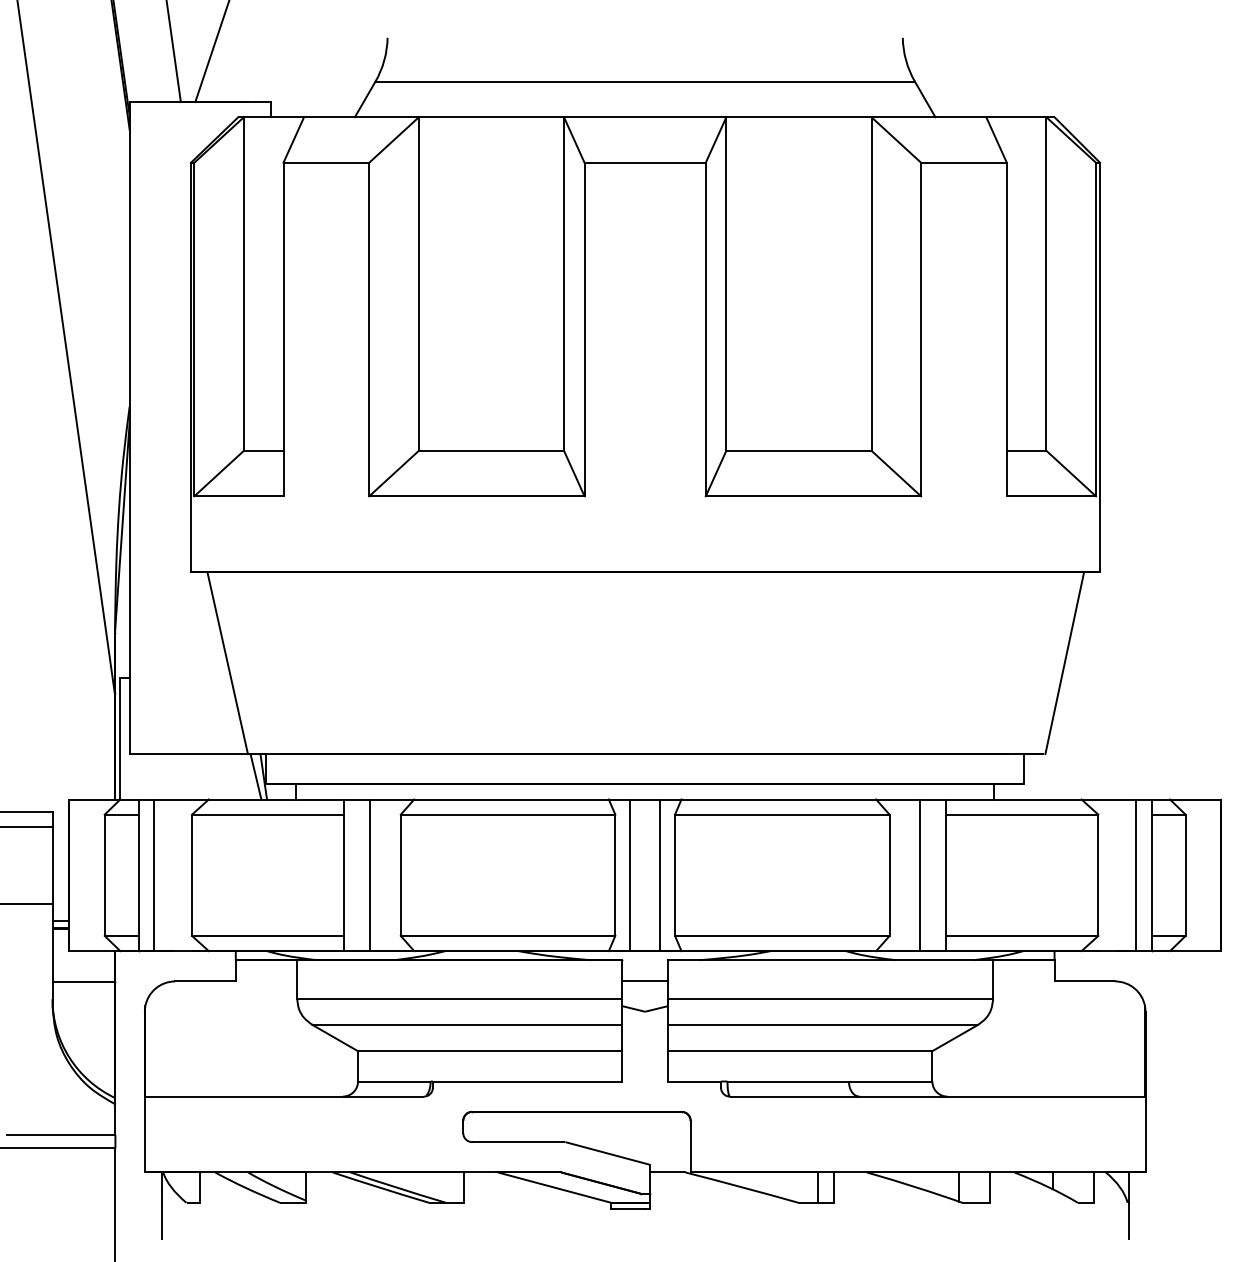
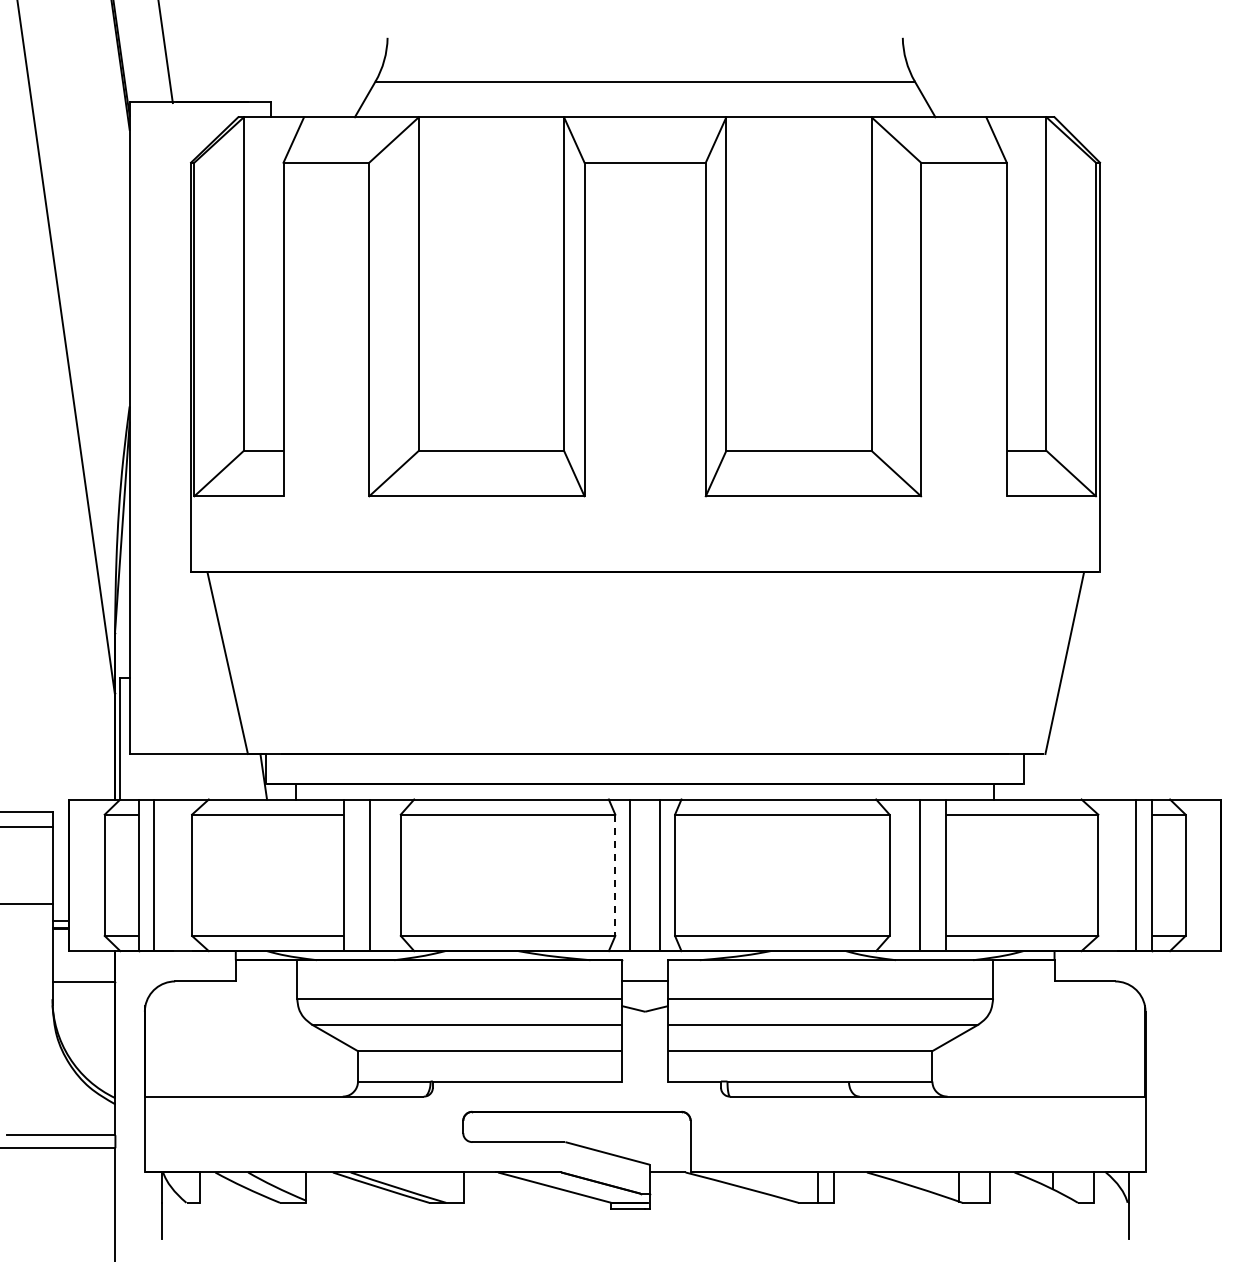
line at (173, 52) position: (173, 52) -> (165, 52)
line at (211, 52): present -> none
line at (255, 776): present -> none
line at (615, 875): solid -> dashed
